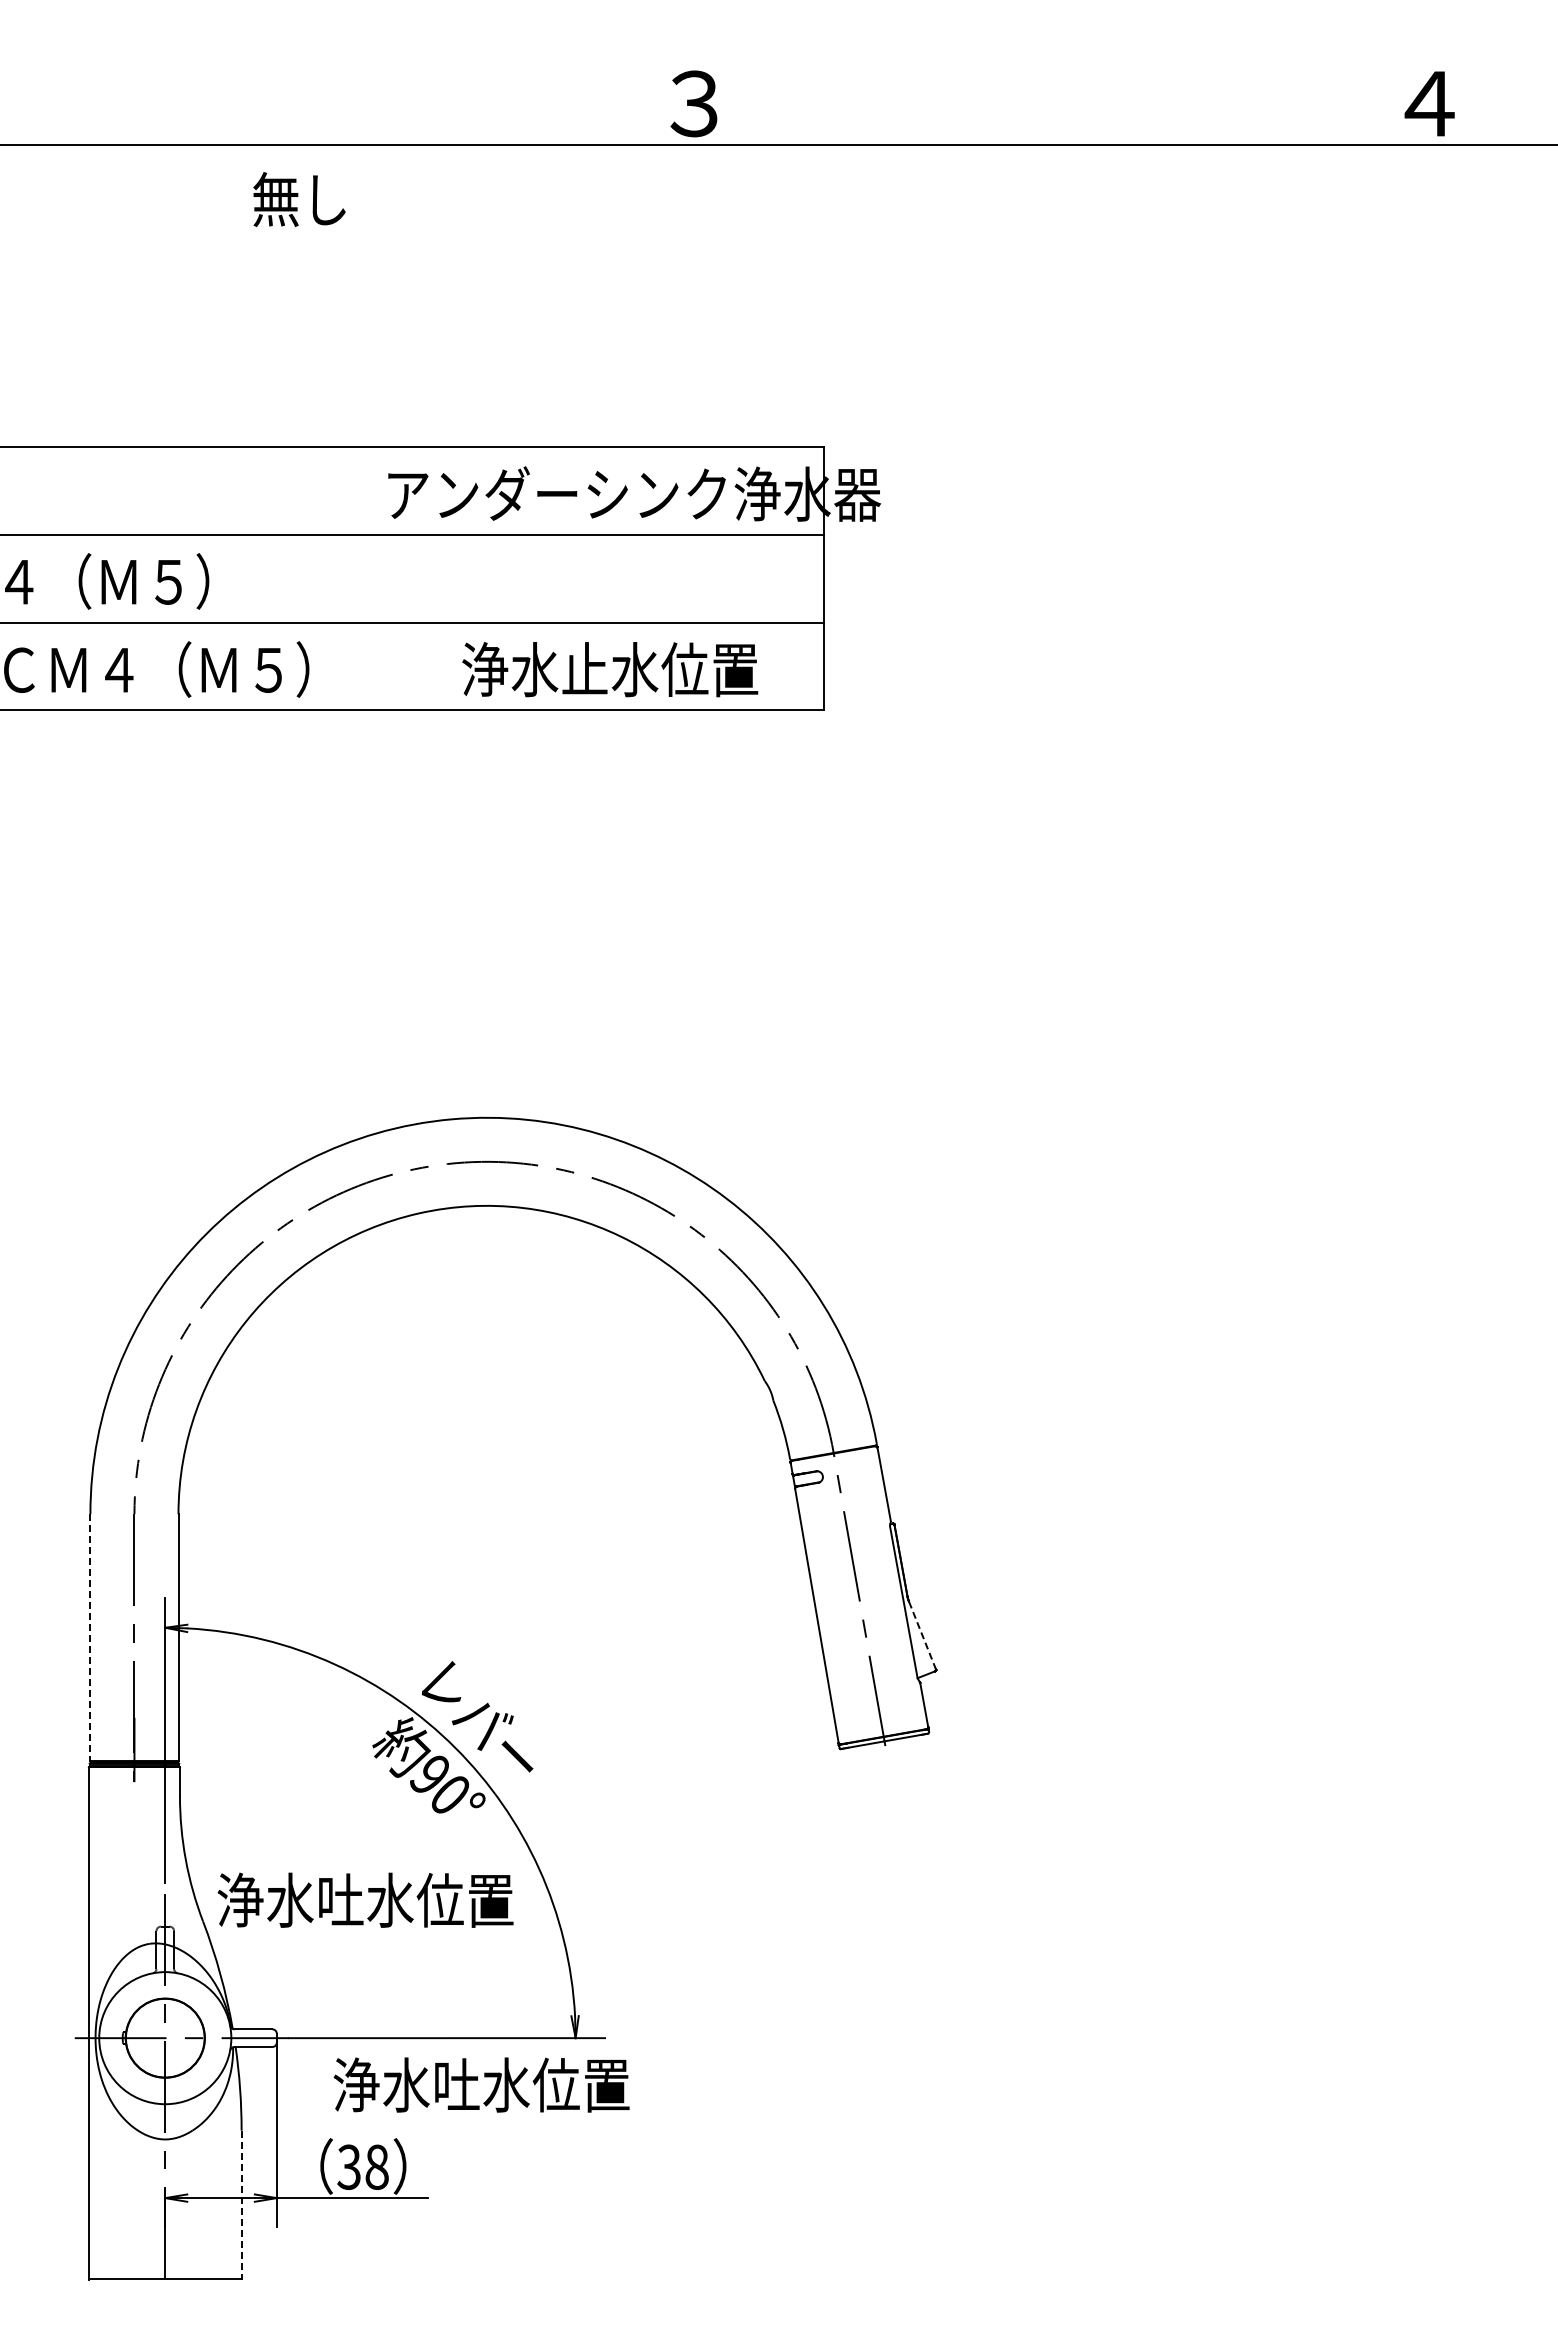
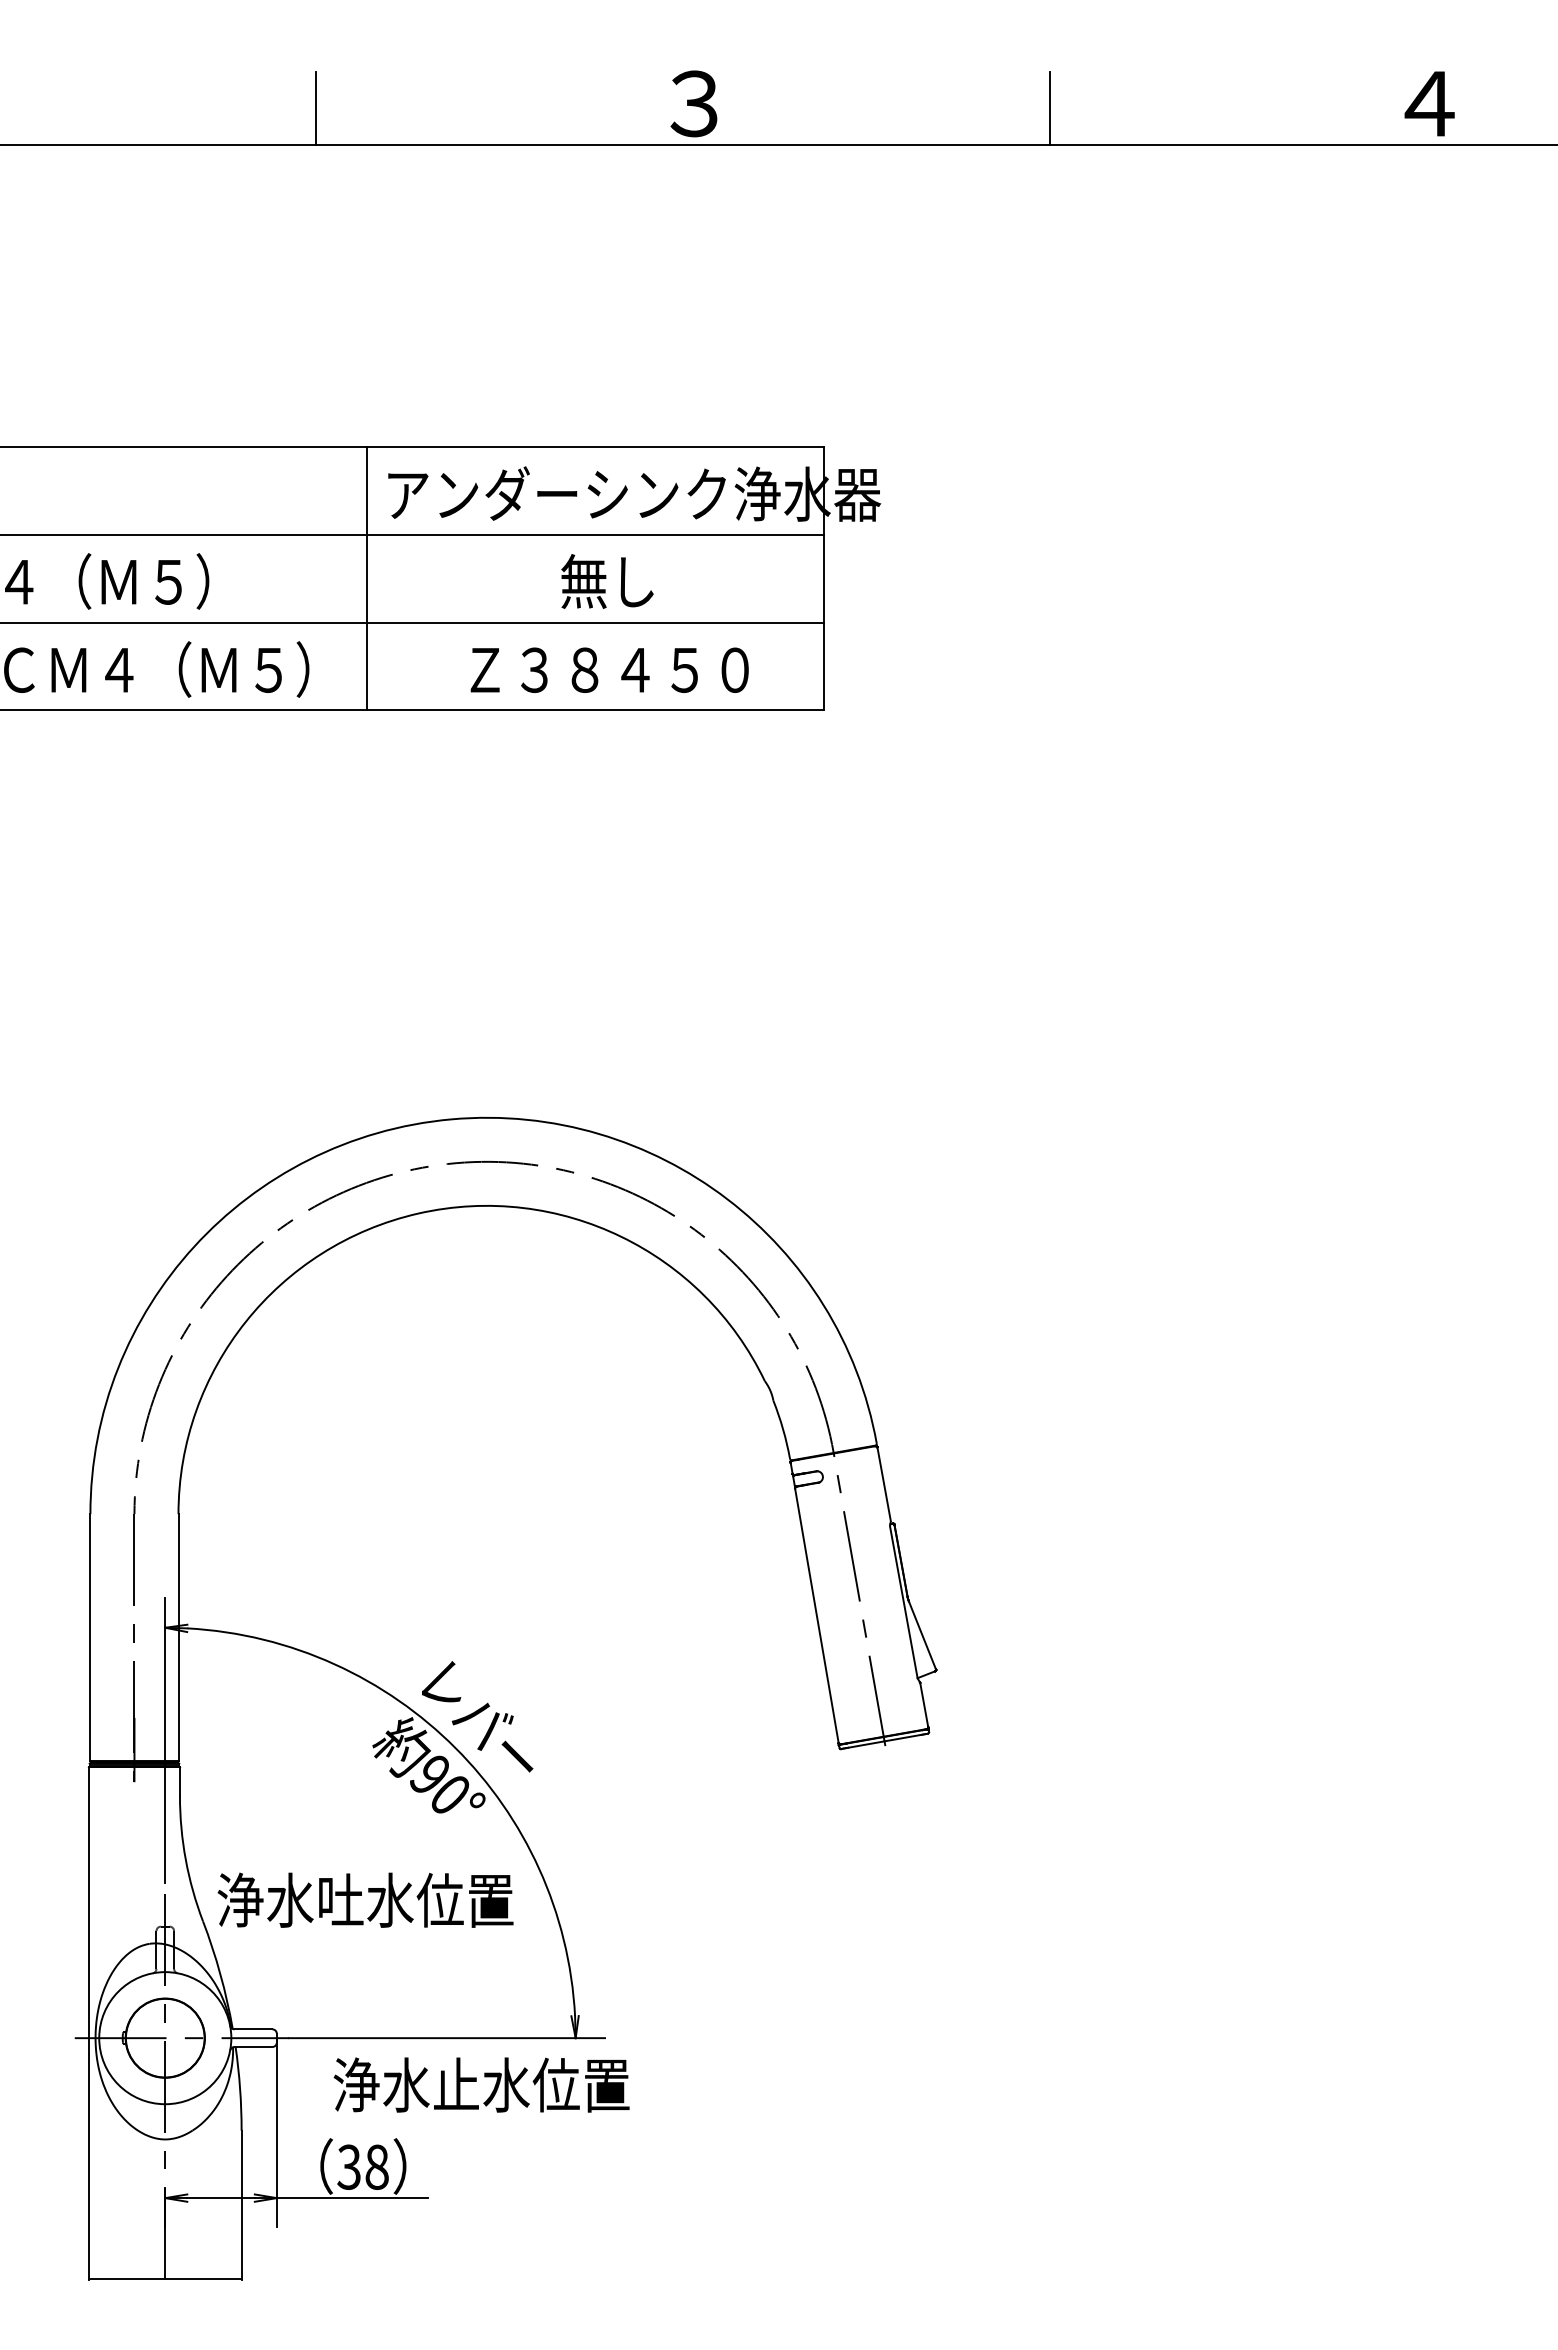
line at (316, 108): none -> present
line at (1050, 108): none -> present
text at (299, 199) position: (299, 199) -> (607, 581)
line at (366, 577): none -> present
text at (610, 669): 浄水止水位置 -> Ｚ３８４５０
line at (922, 1636): dashed -> solid
line at (90, 1638): dashed -> solid
text at (456, 2083): 浄水吐水位置 -> 浄水止水位置
line at (241, 2205): dashed -> solid
